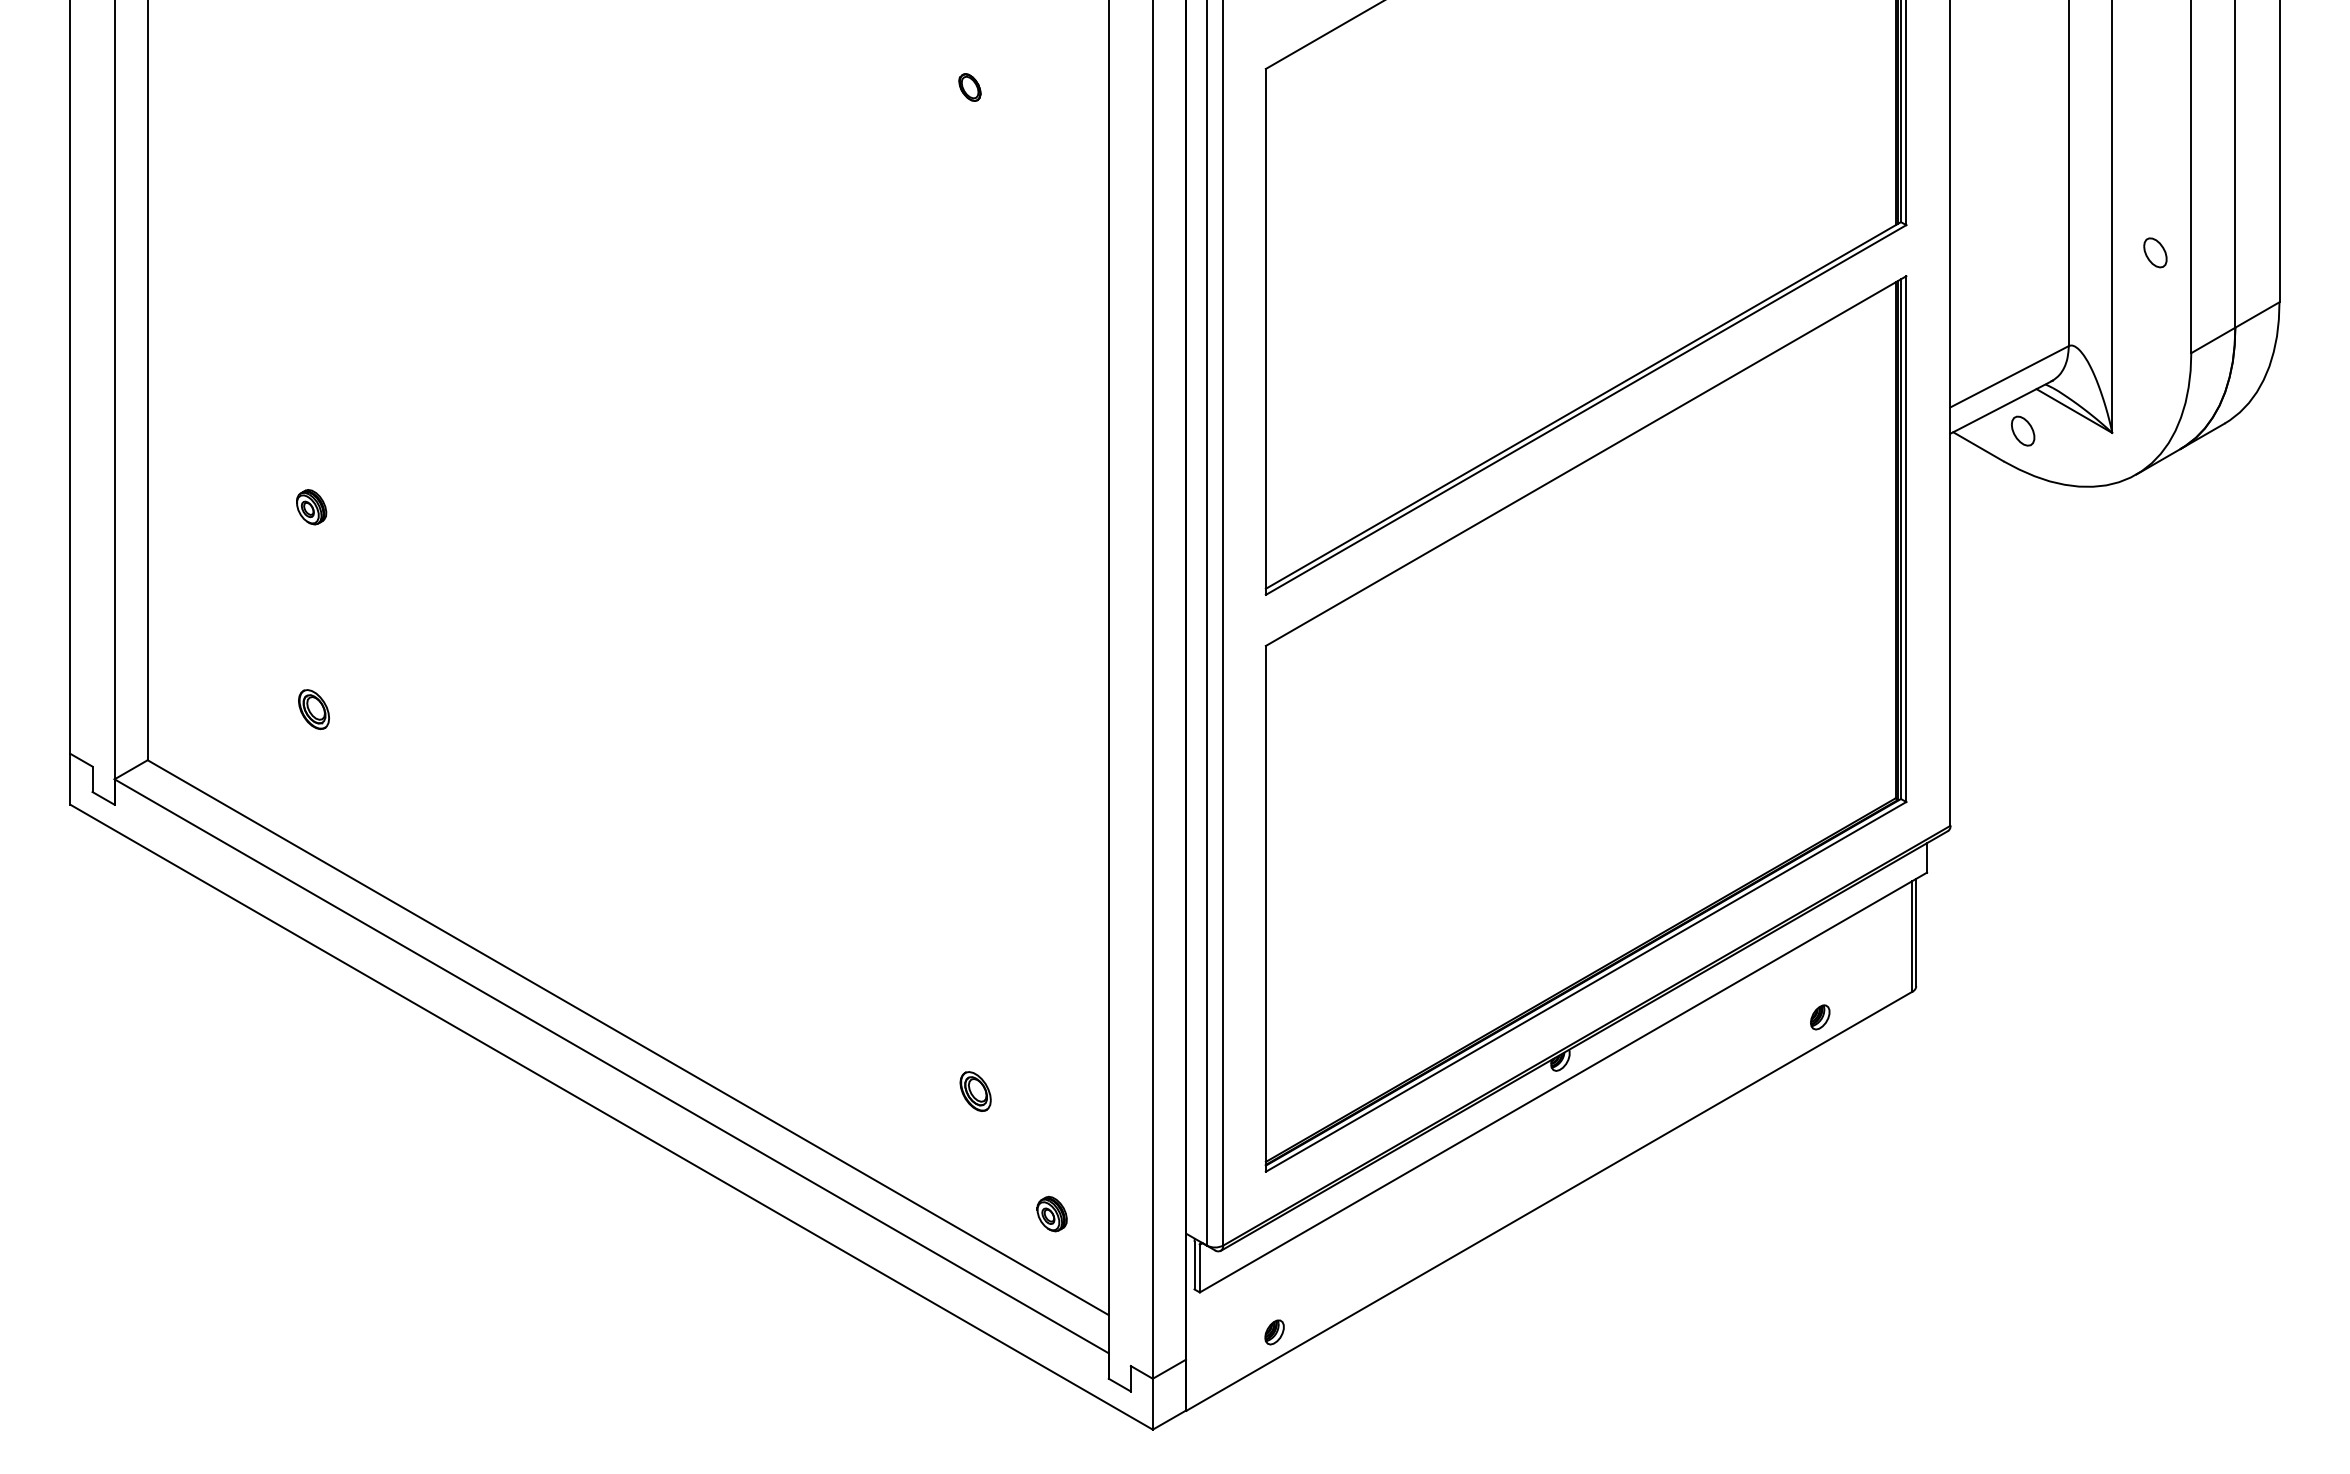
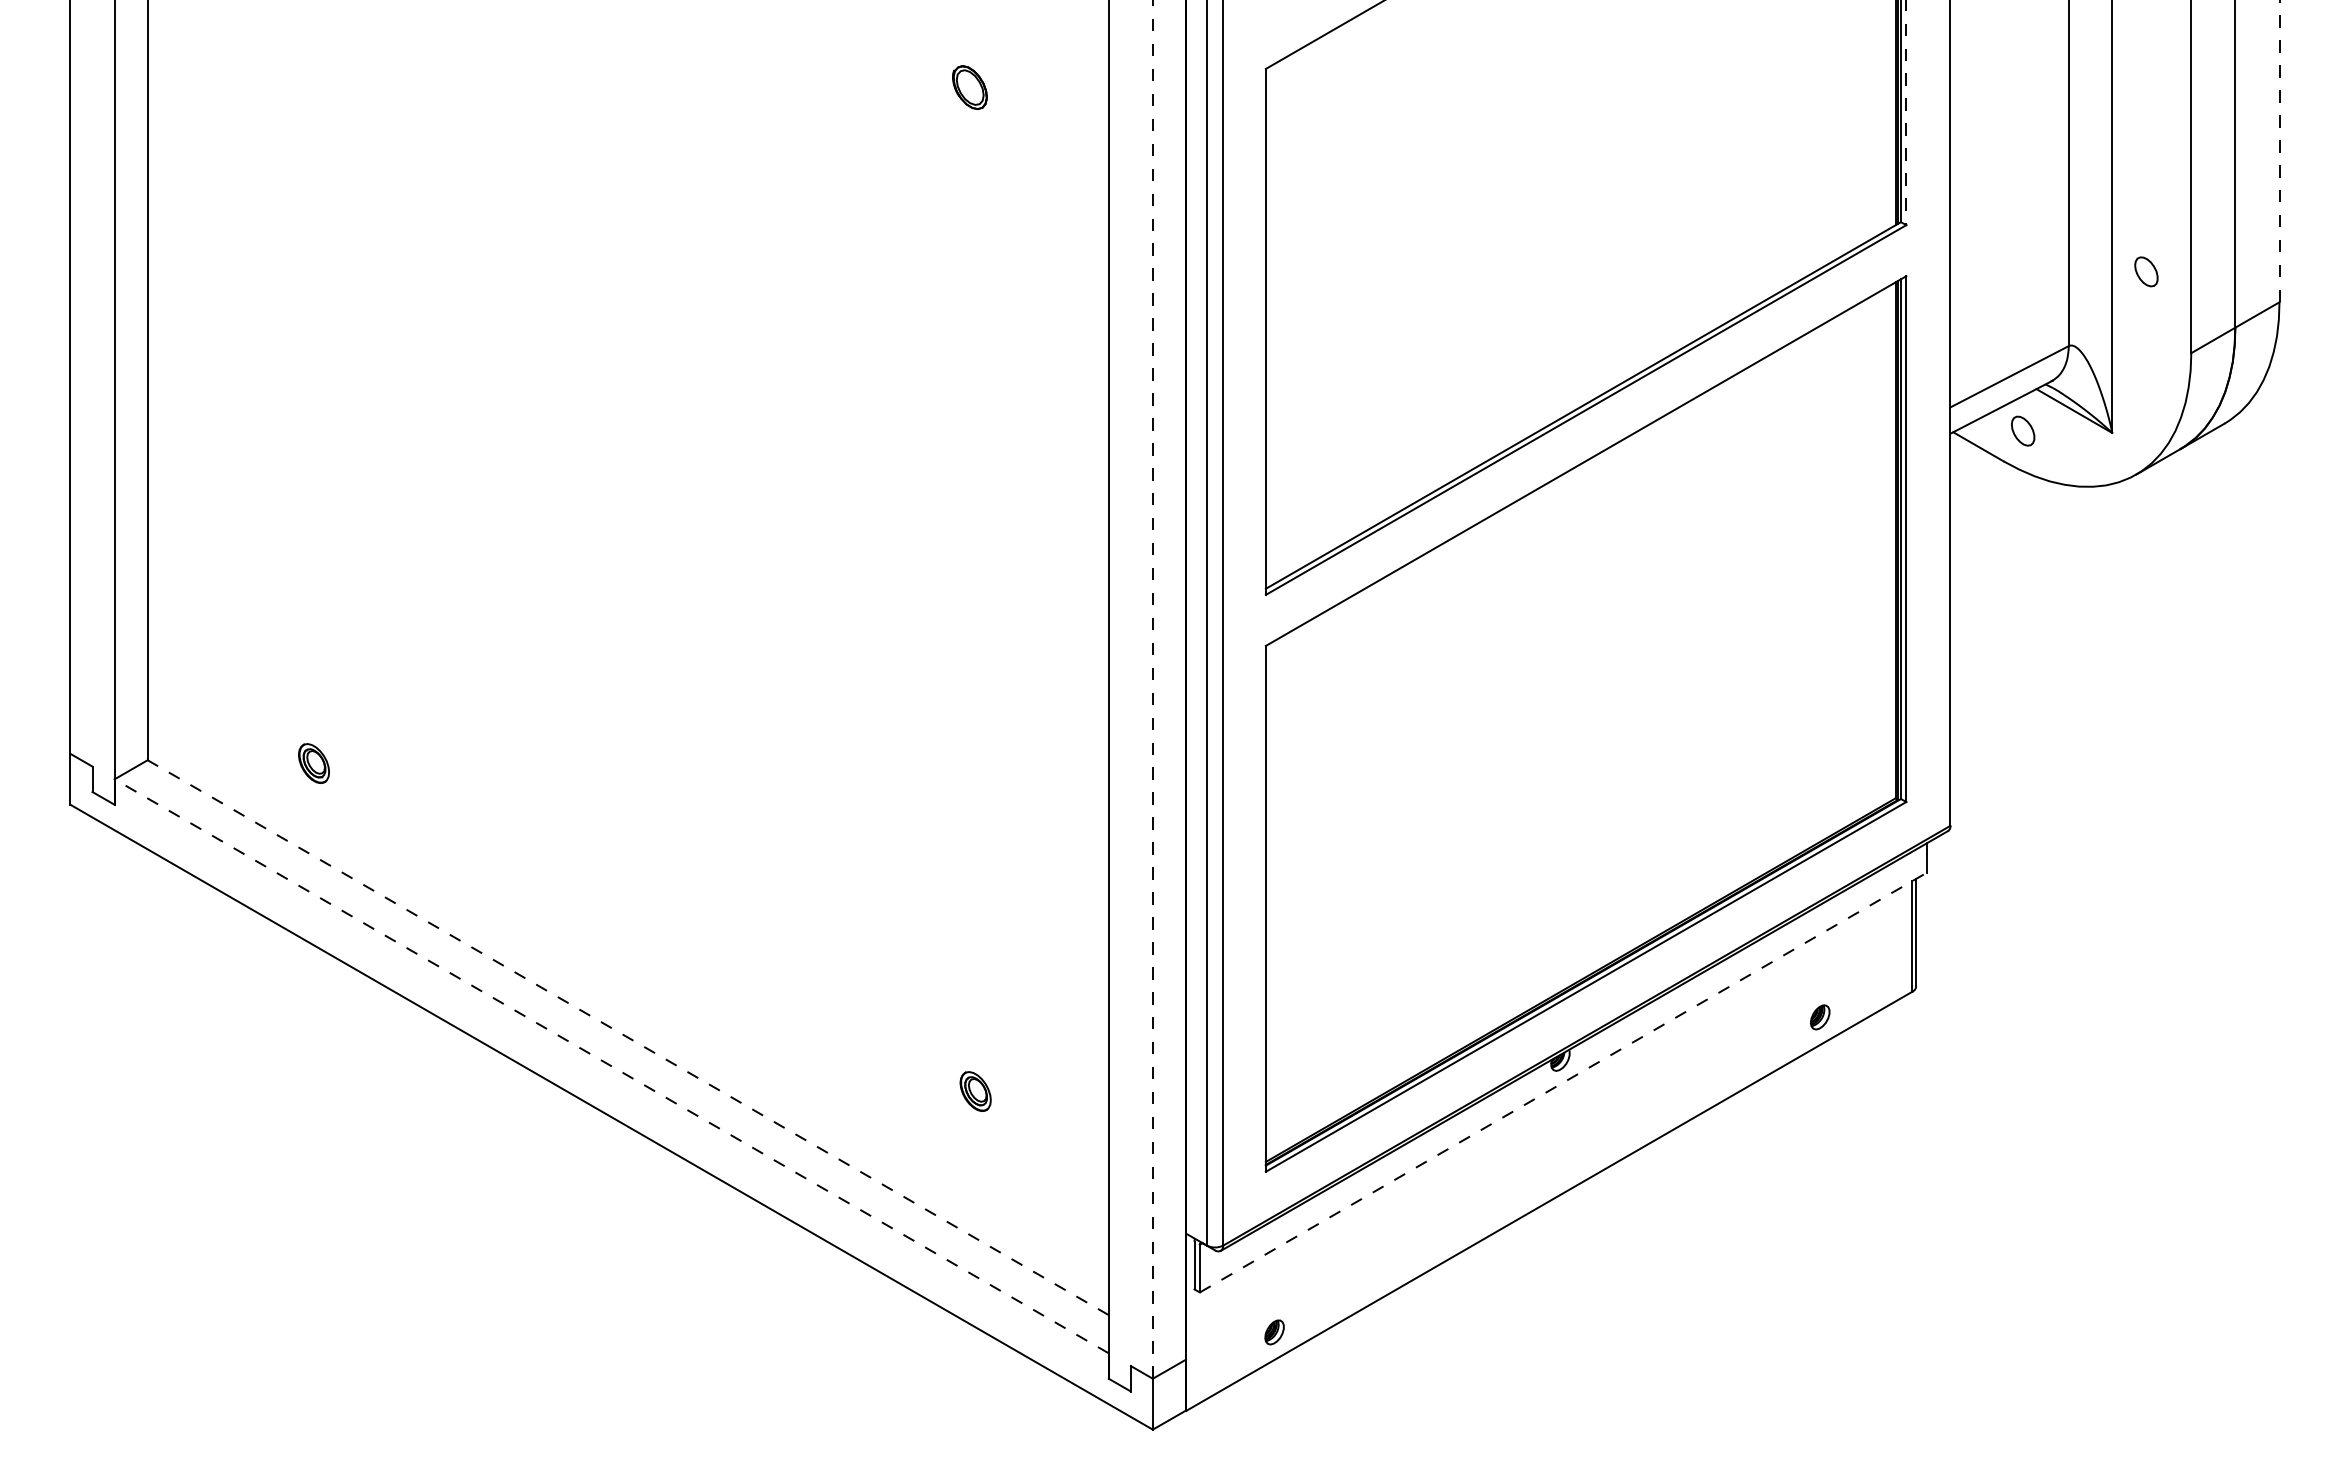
part at (969, 87) size: 24x29 px -> 36x45 px
line at (1906, 113): solid -> dashed
line at (2279, 151): solid -> dashed
part at (2155, 252) position: (2155, 252) -> (2146, 271)
part at (311, 507): present -> none
line at (1152, 688): solid -> dashed
part at (313, 709) position: (313, 709) -> (313, 763)
line at (628, 1037): solid -> dashed
line at (611, 1066): solid -> dashed
line at (1563, 1082): solid -> dashed
part at (1051, 1213): present -> none
